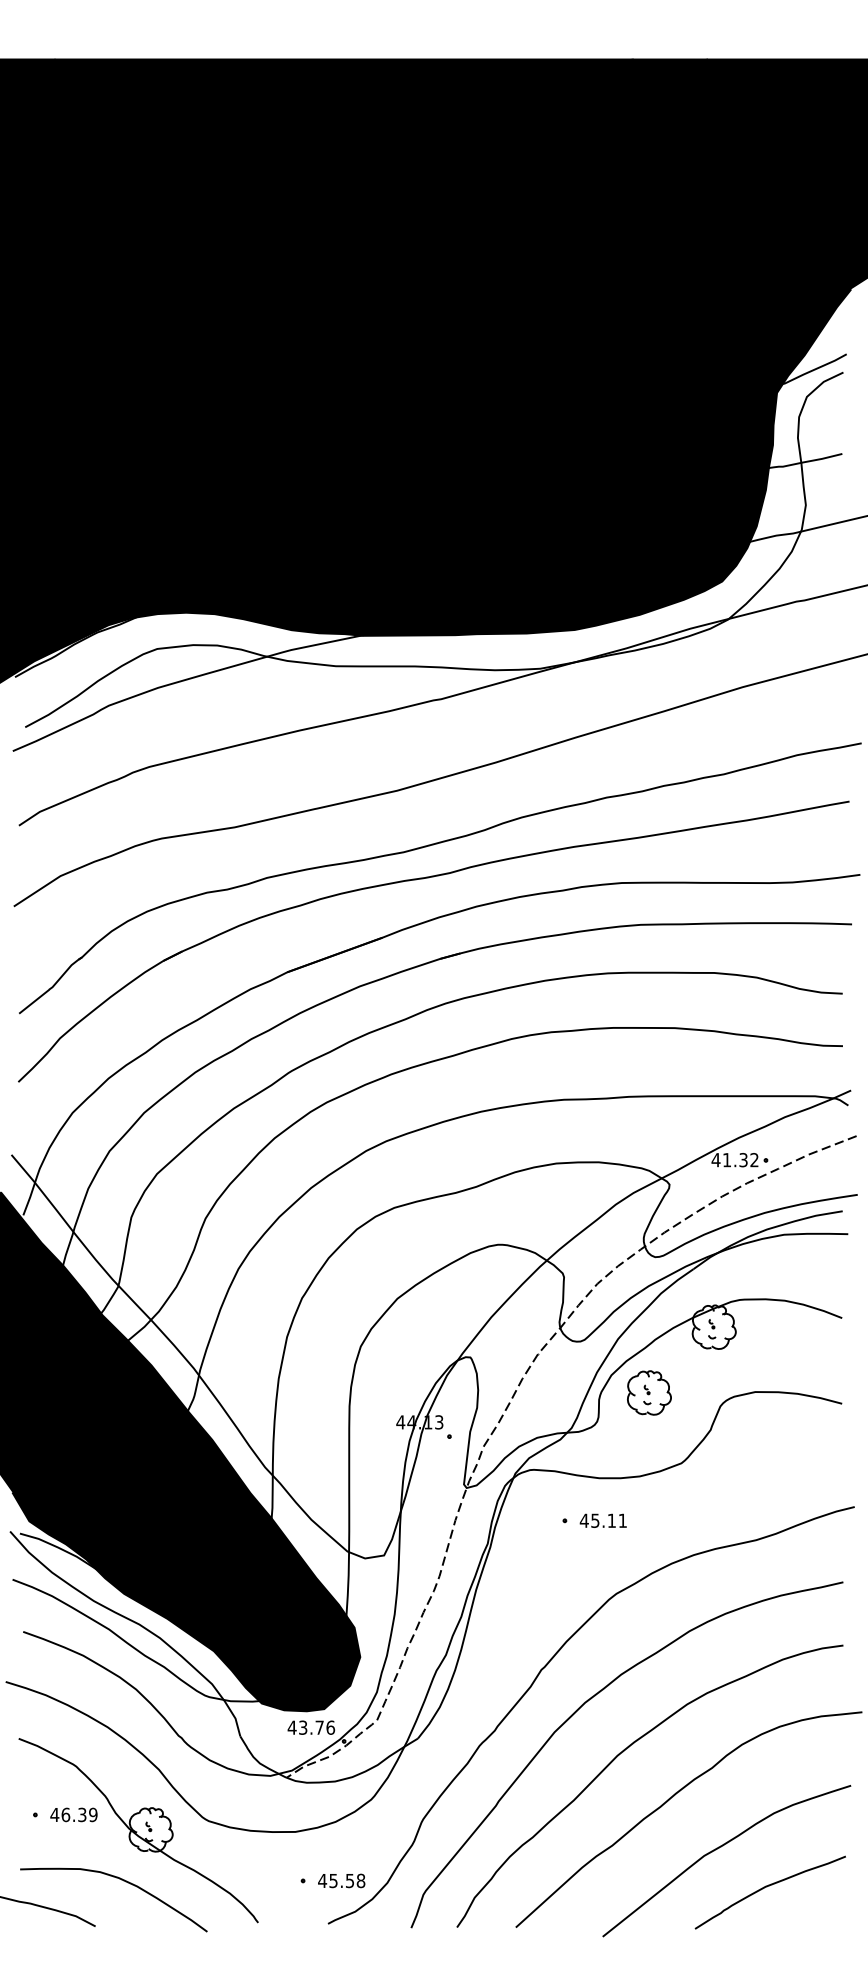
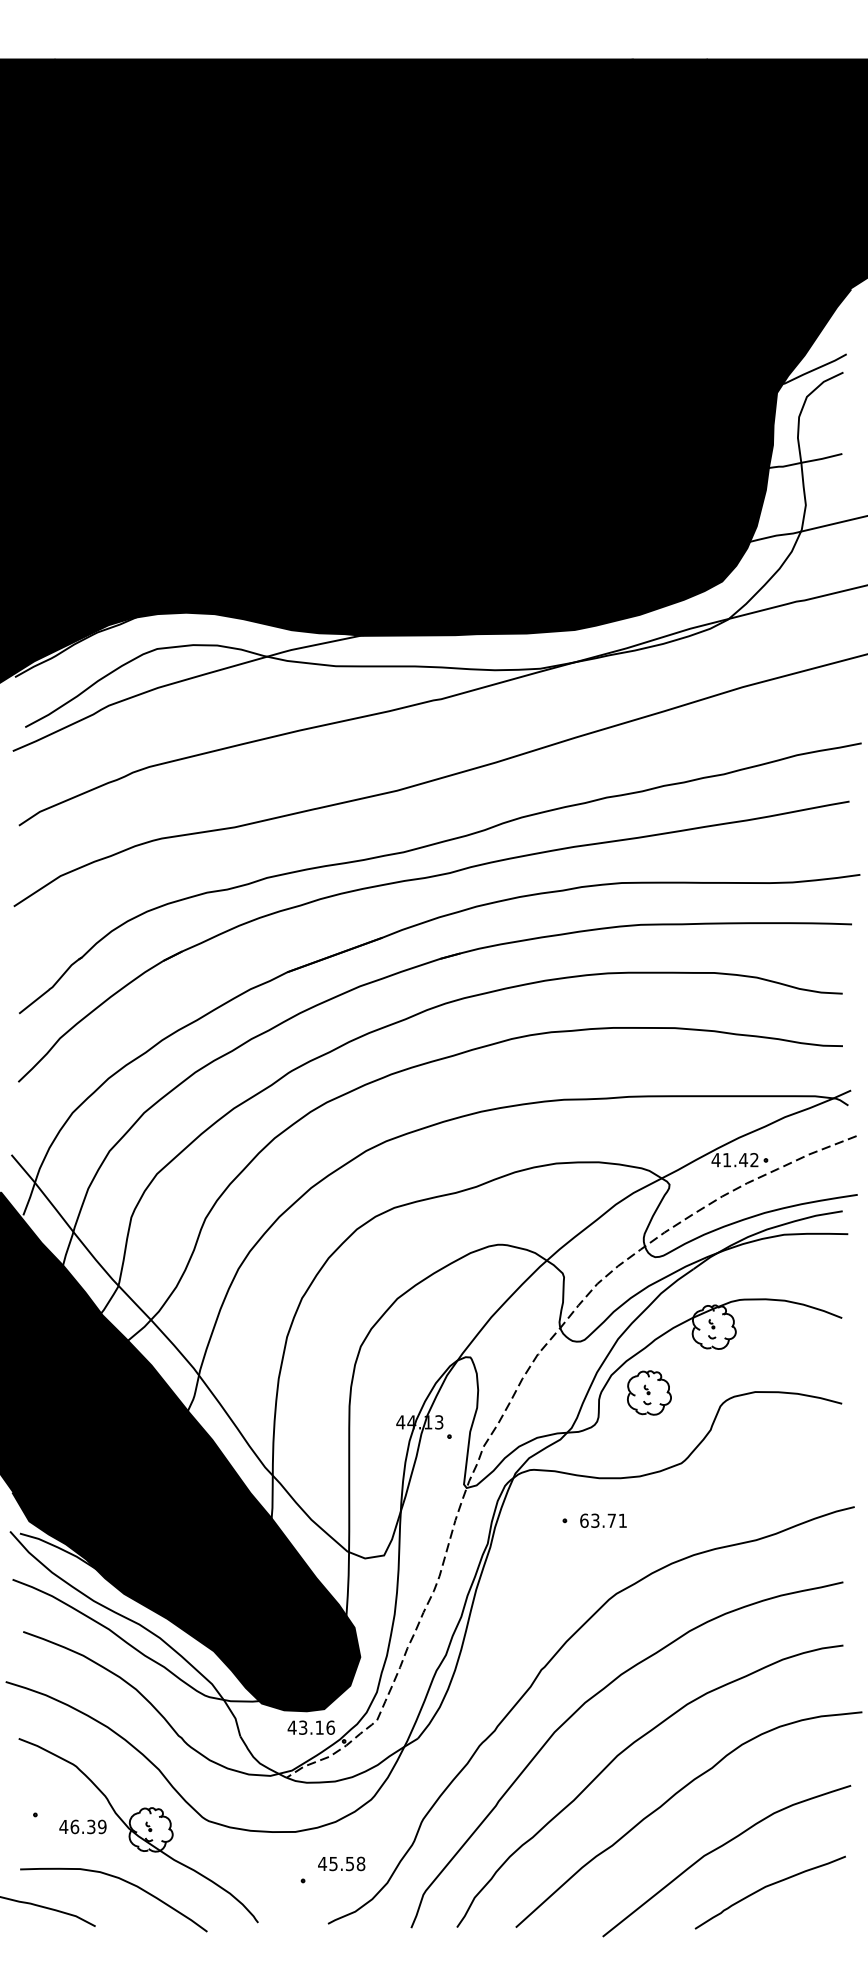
text at (743, 1160): 41.32 -> 41.42
text at (597, 1520): 45.11 -> 63.71
text at (319, 1727): 43.76 -> 43.16
text at (73, 1814) position: (73, 1814) -> (82, 1826)
text at (341, 1880) position: (341, 1880) -> (341, 1863)
